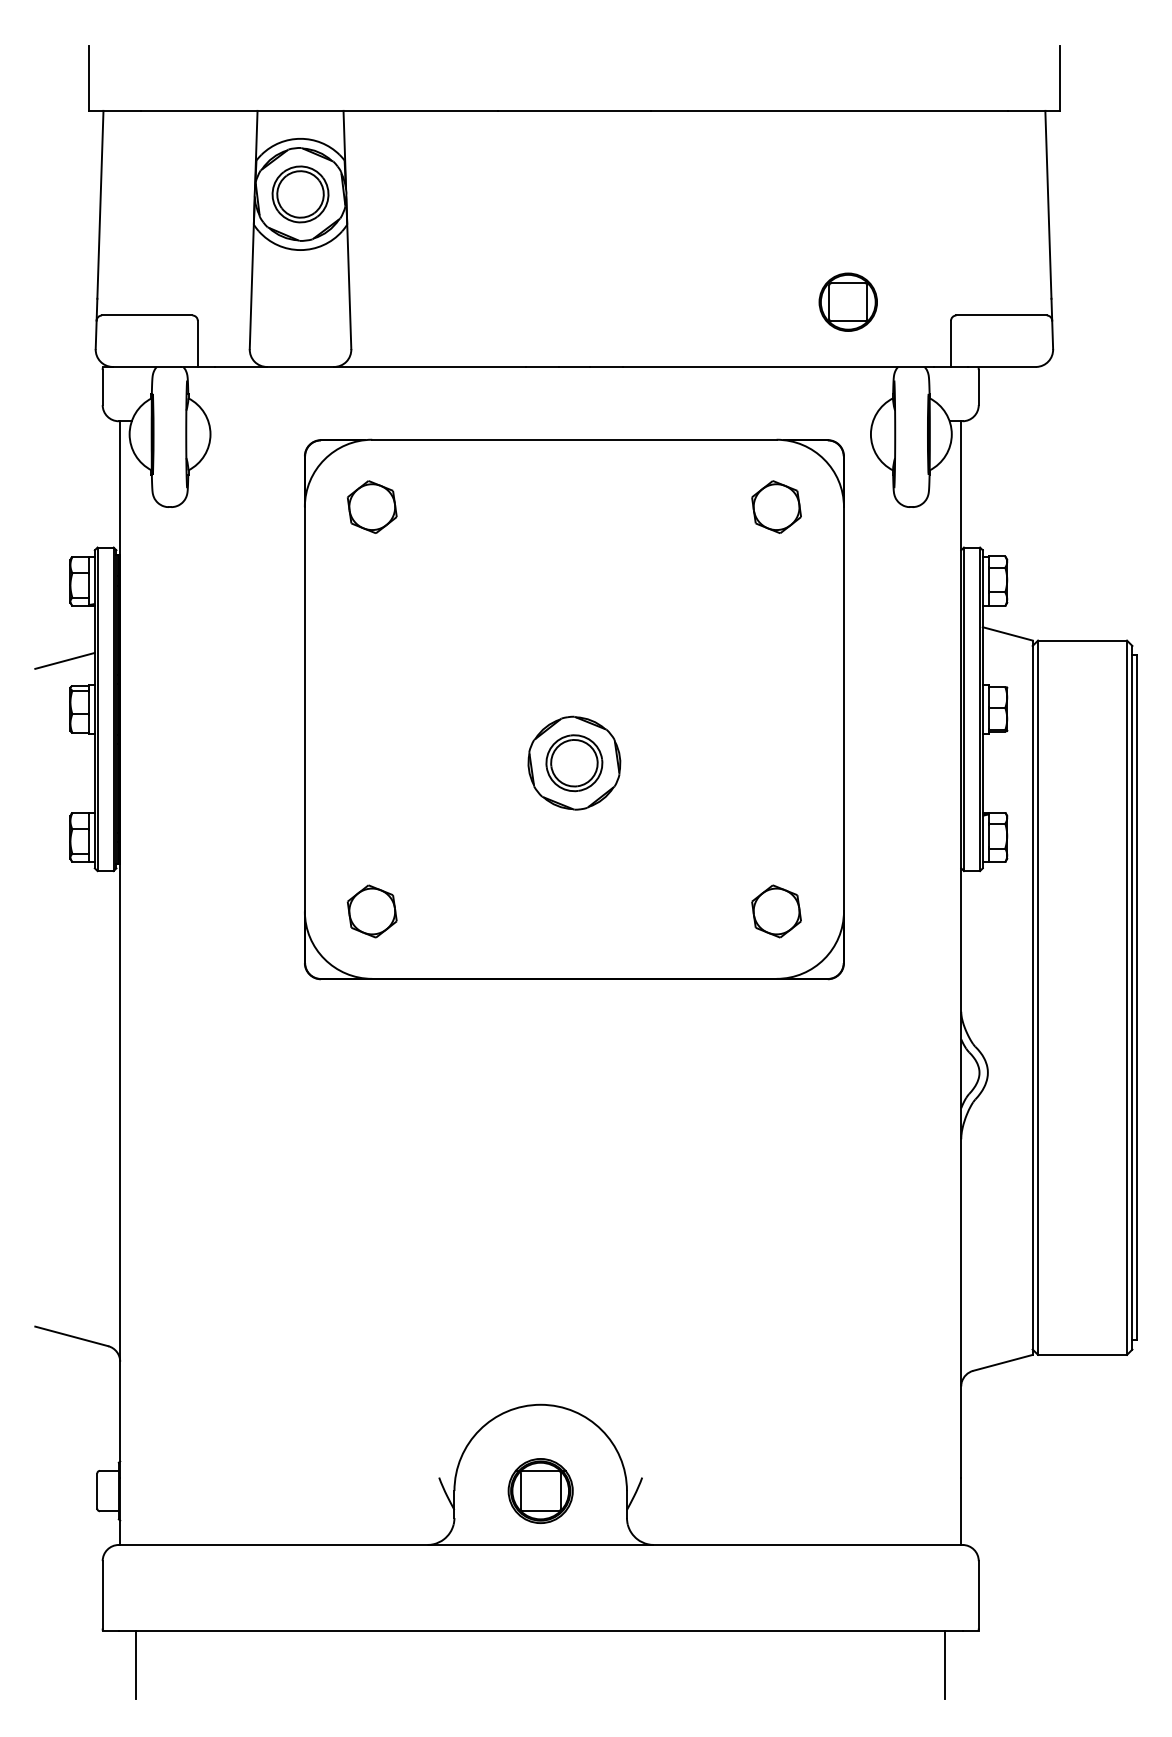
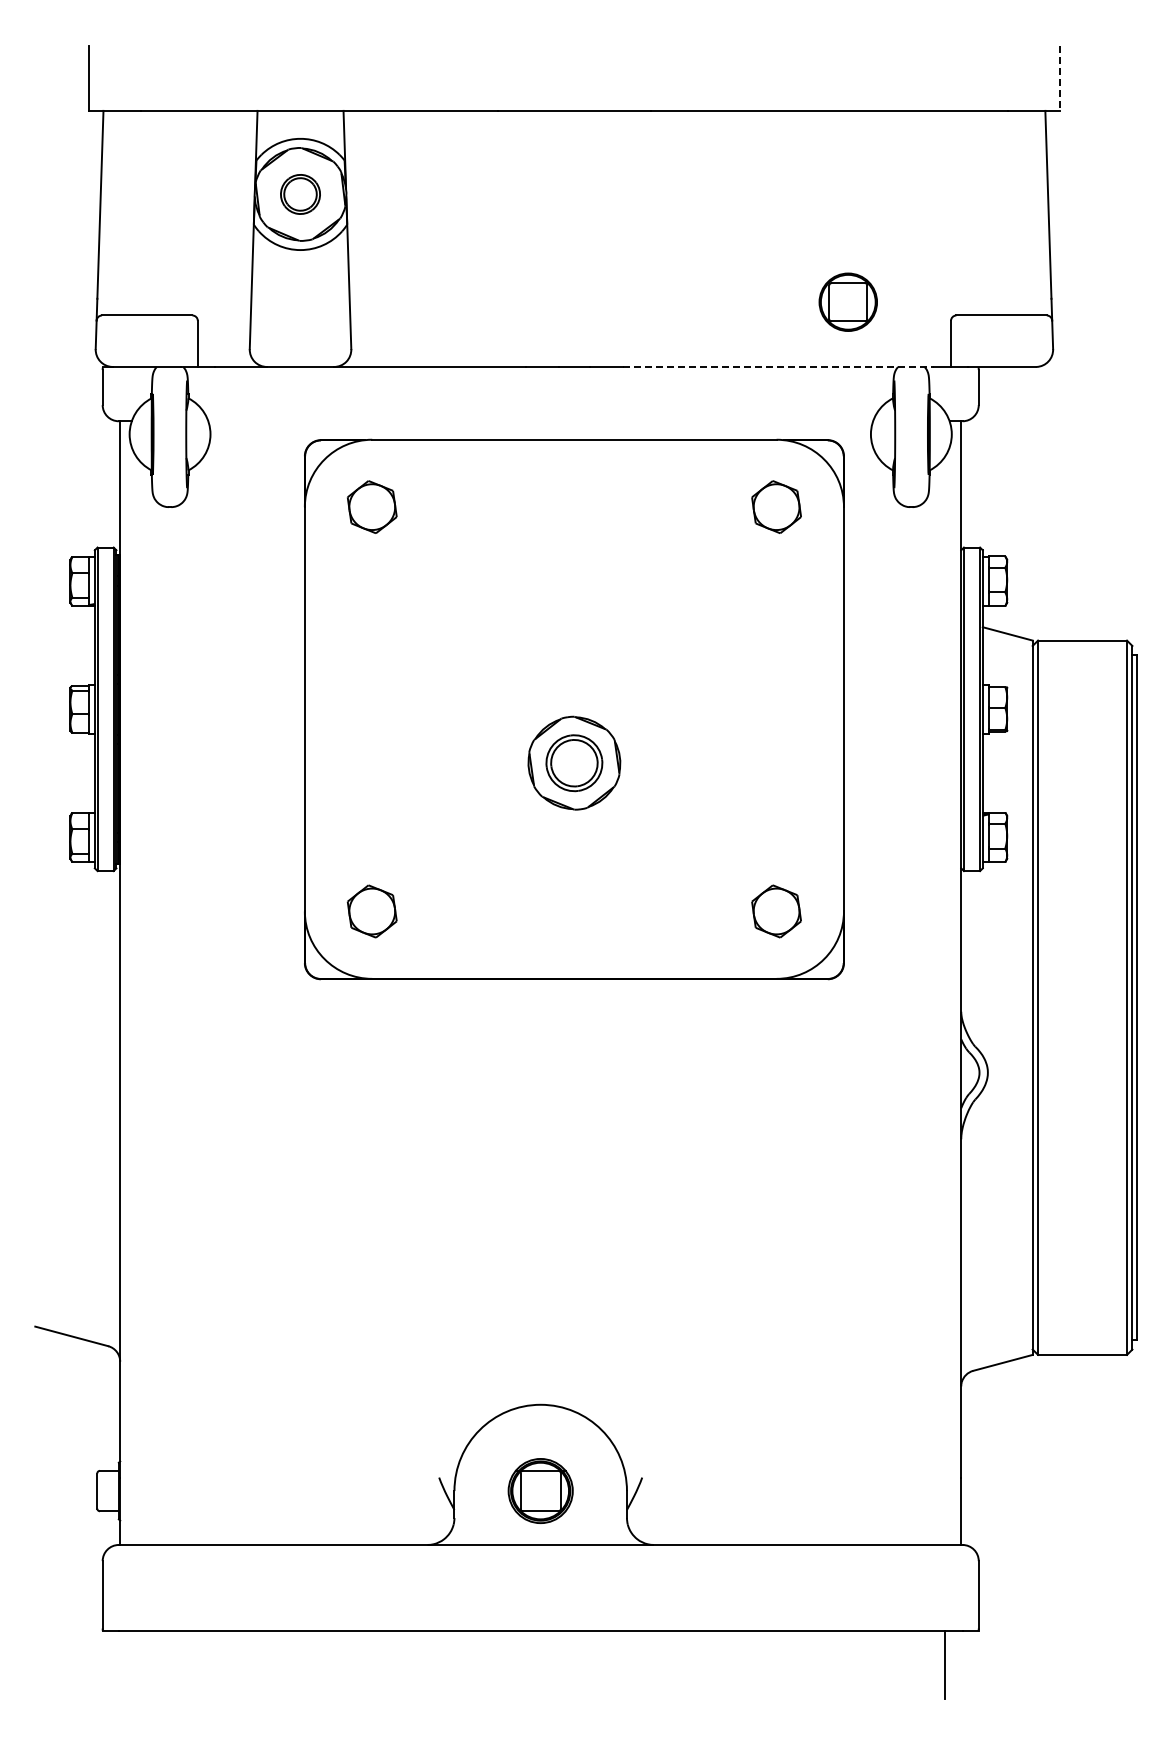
line at (1059, 79): solid -> dashed
part at (300, 194) size: 59x59 px -> 41x41 px
line at (778, 366): solid -> dashed
line at (64, 660): present -> none
line at (136, 1664): present -> none
